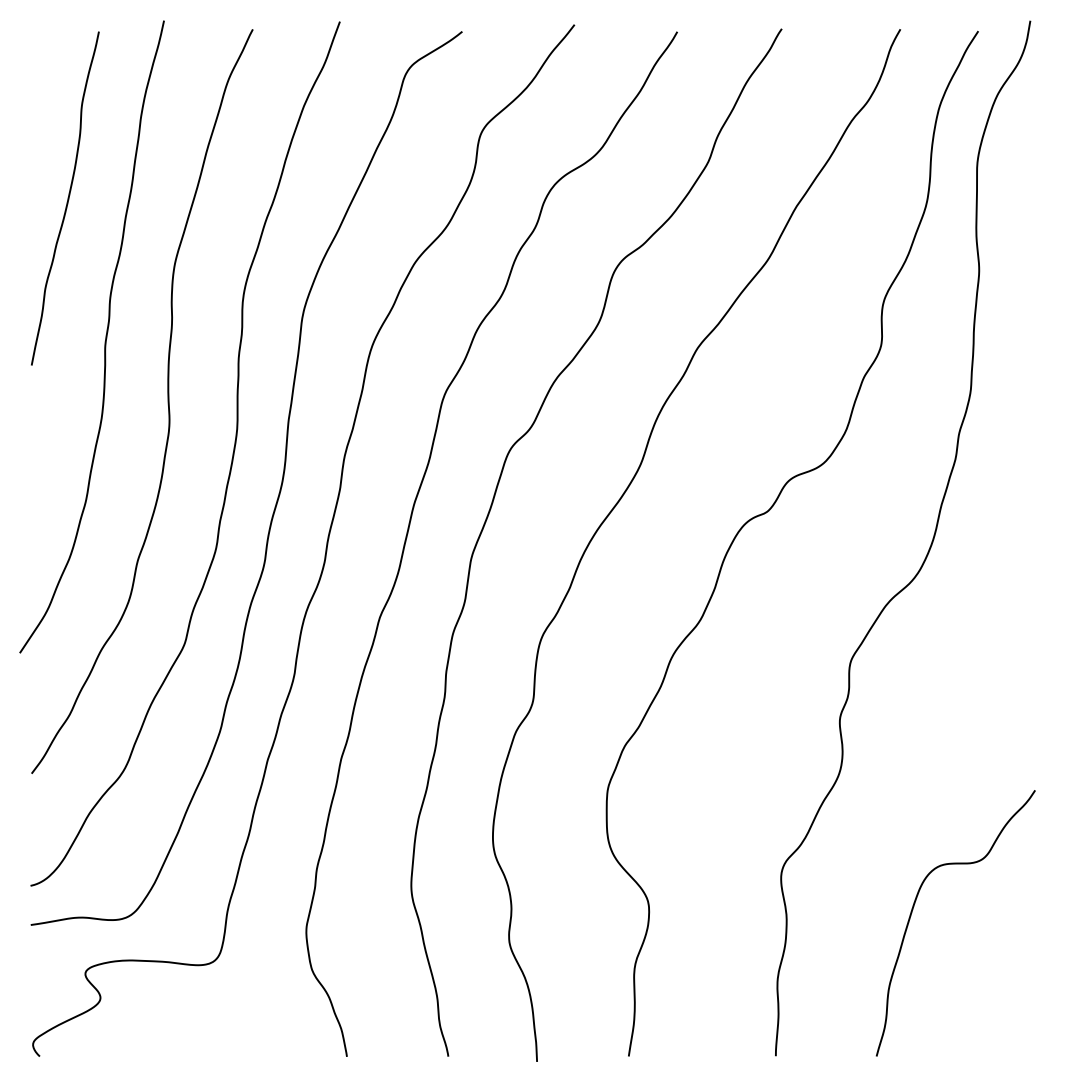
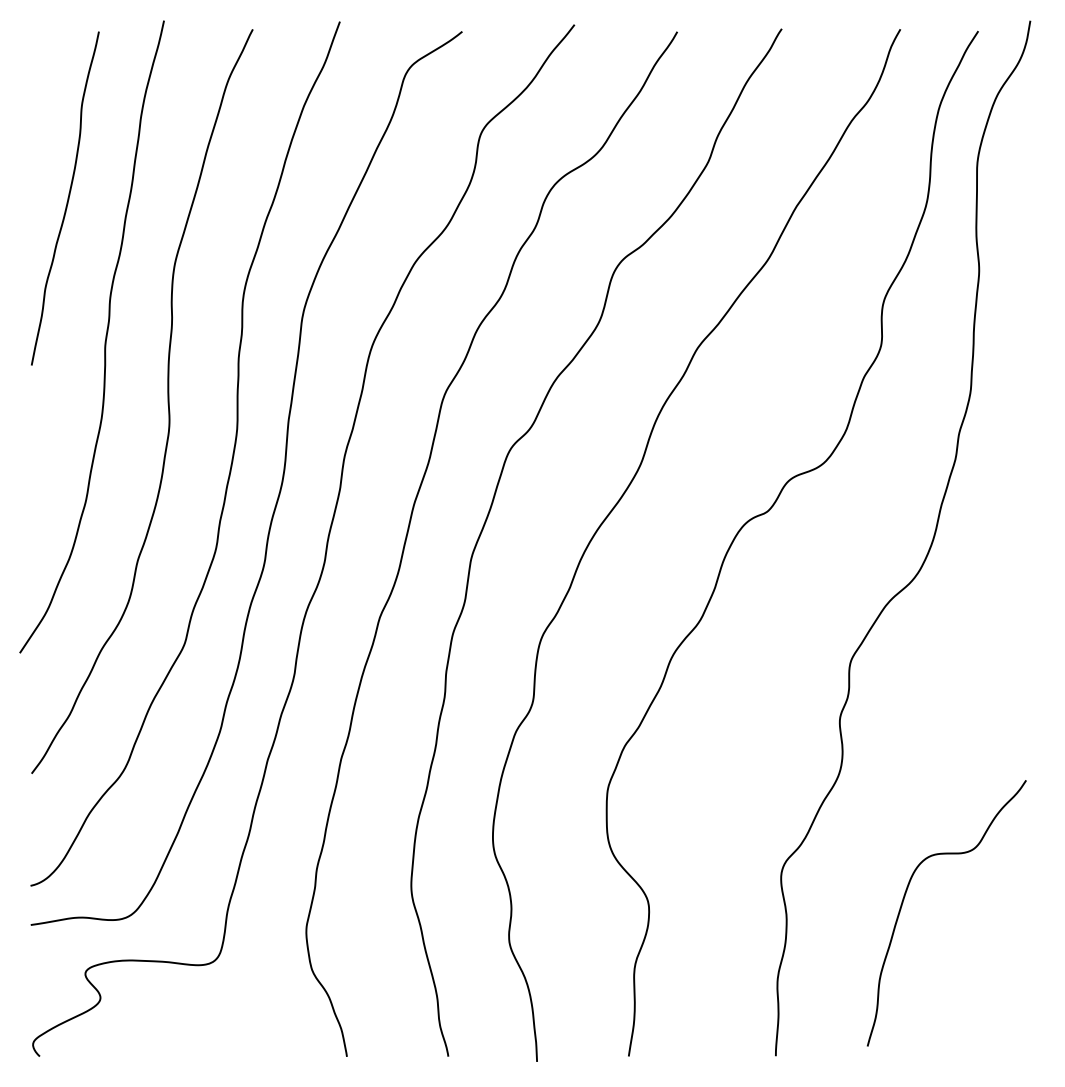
curve at (912, 913) position: (912, 913) -> (903, 903)
